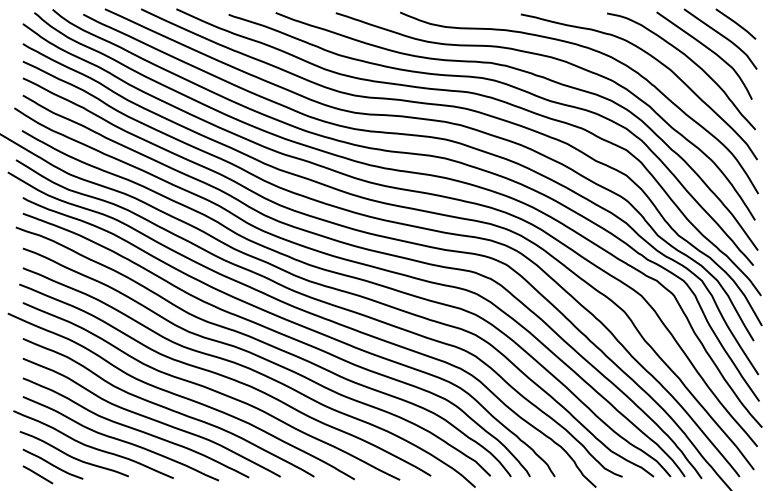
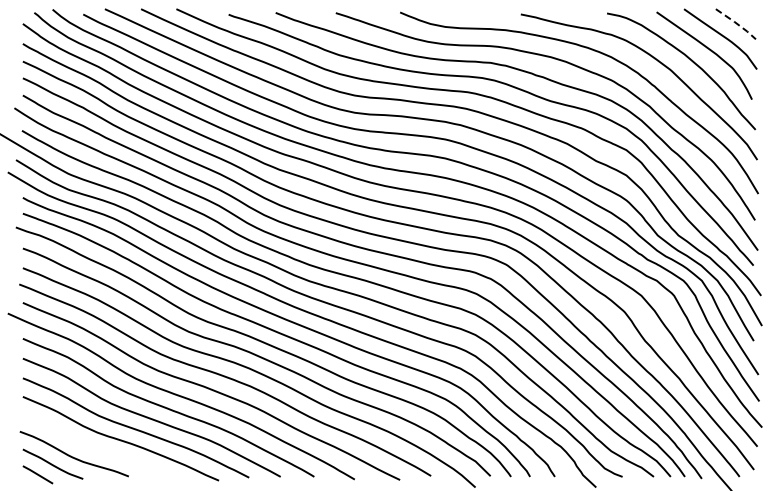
line at (736, 23): solid -> dashed
curve at (92, 446): present -> none
